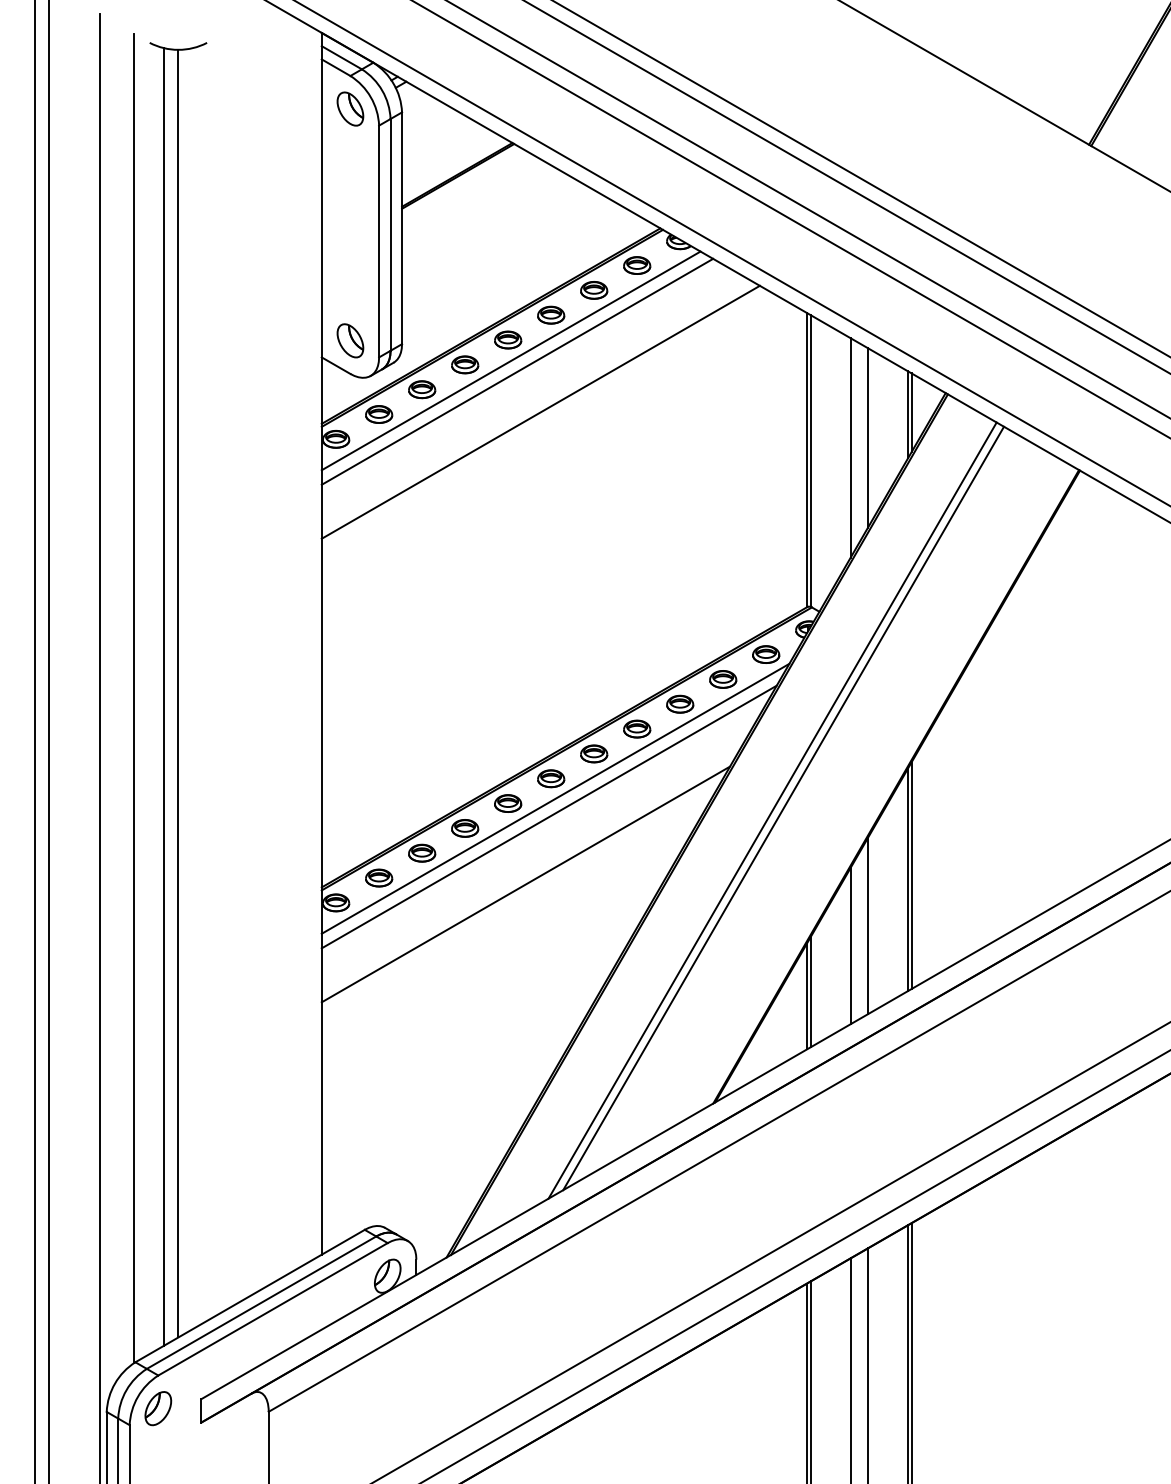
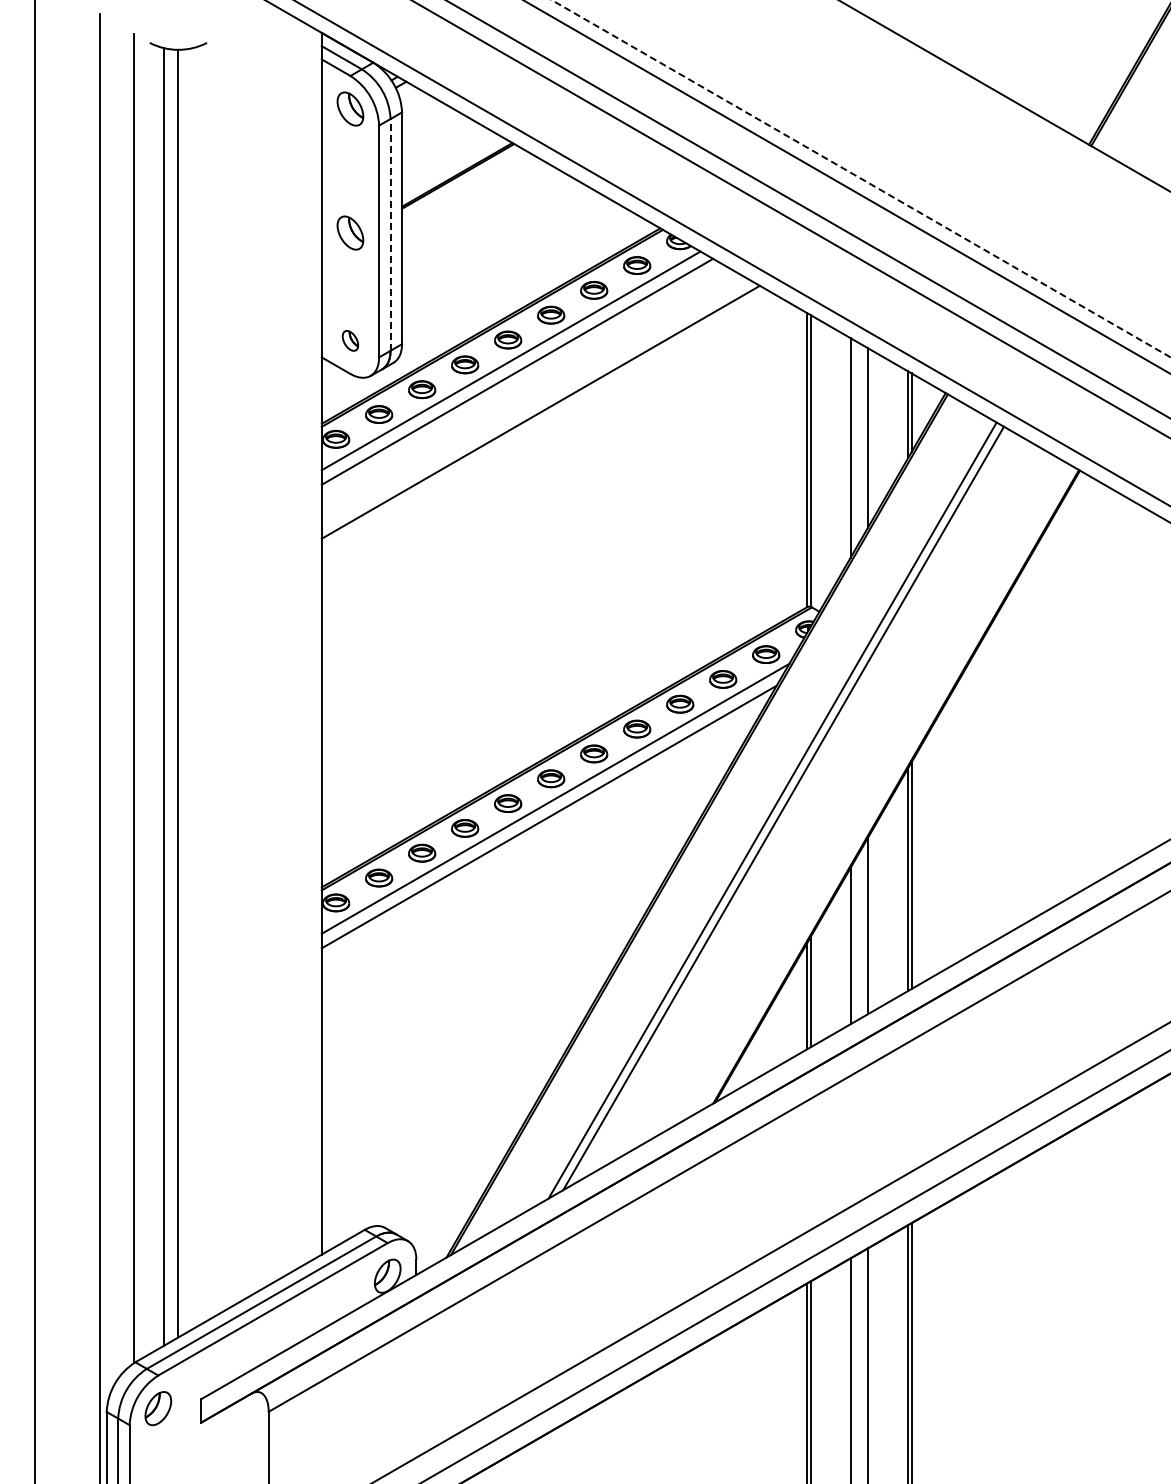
line at (861, 178): solid -> dashed
part at (350, 232): none -> present
line at (390, 234): solid -> dashed
part at (350, 340) size: 29x36 px -> 19x22 px
line at (49, 741): present -> none
line at (525, 884): present -> none
